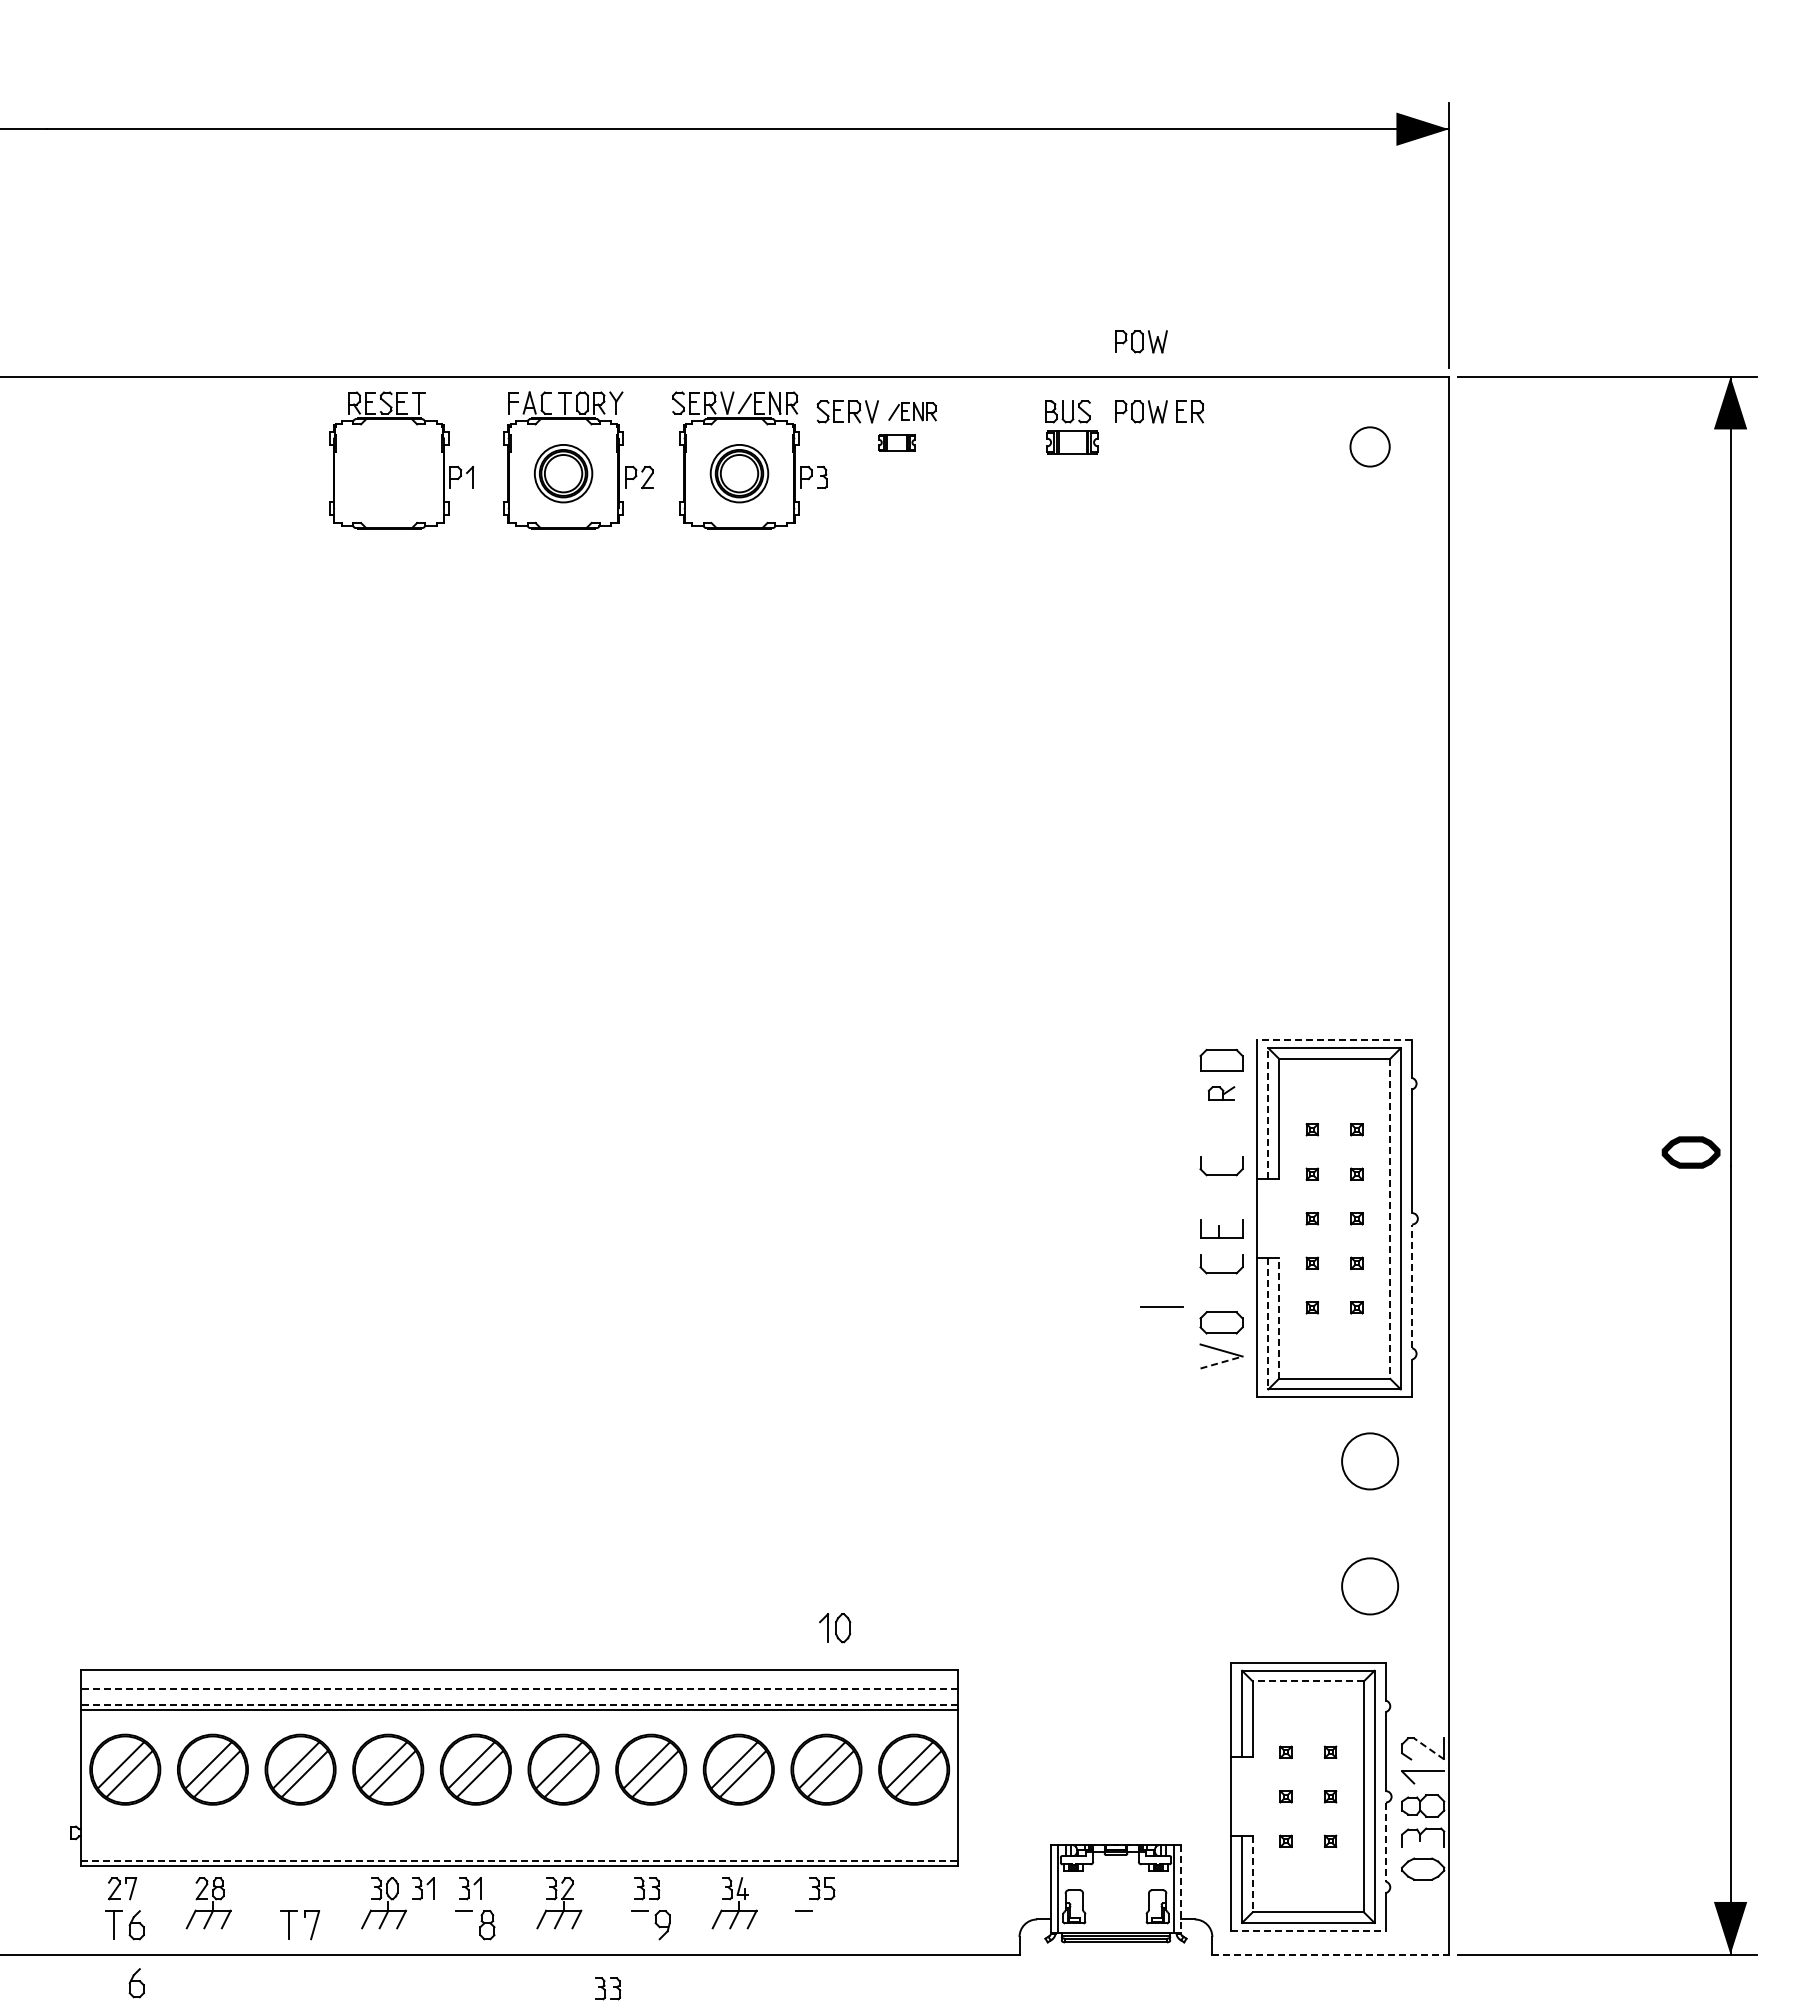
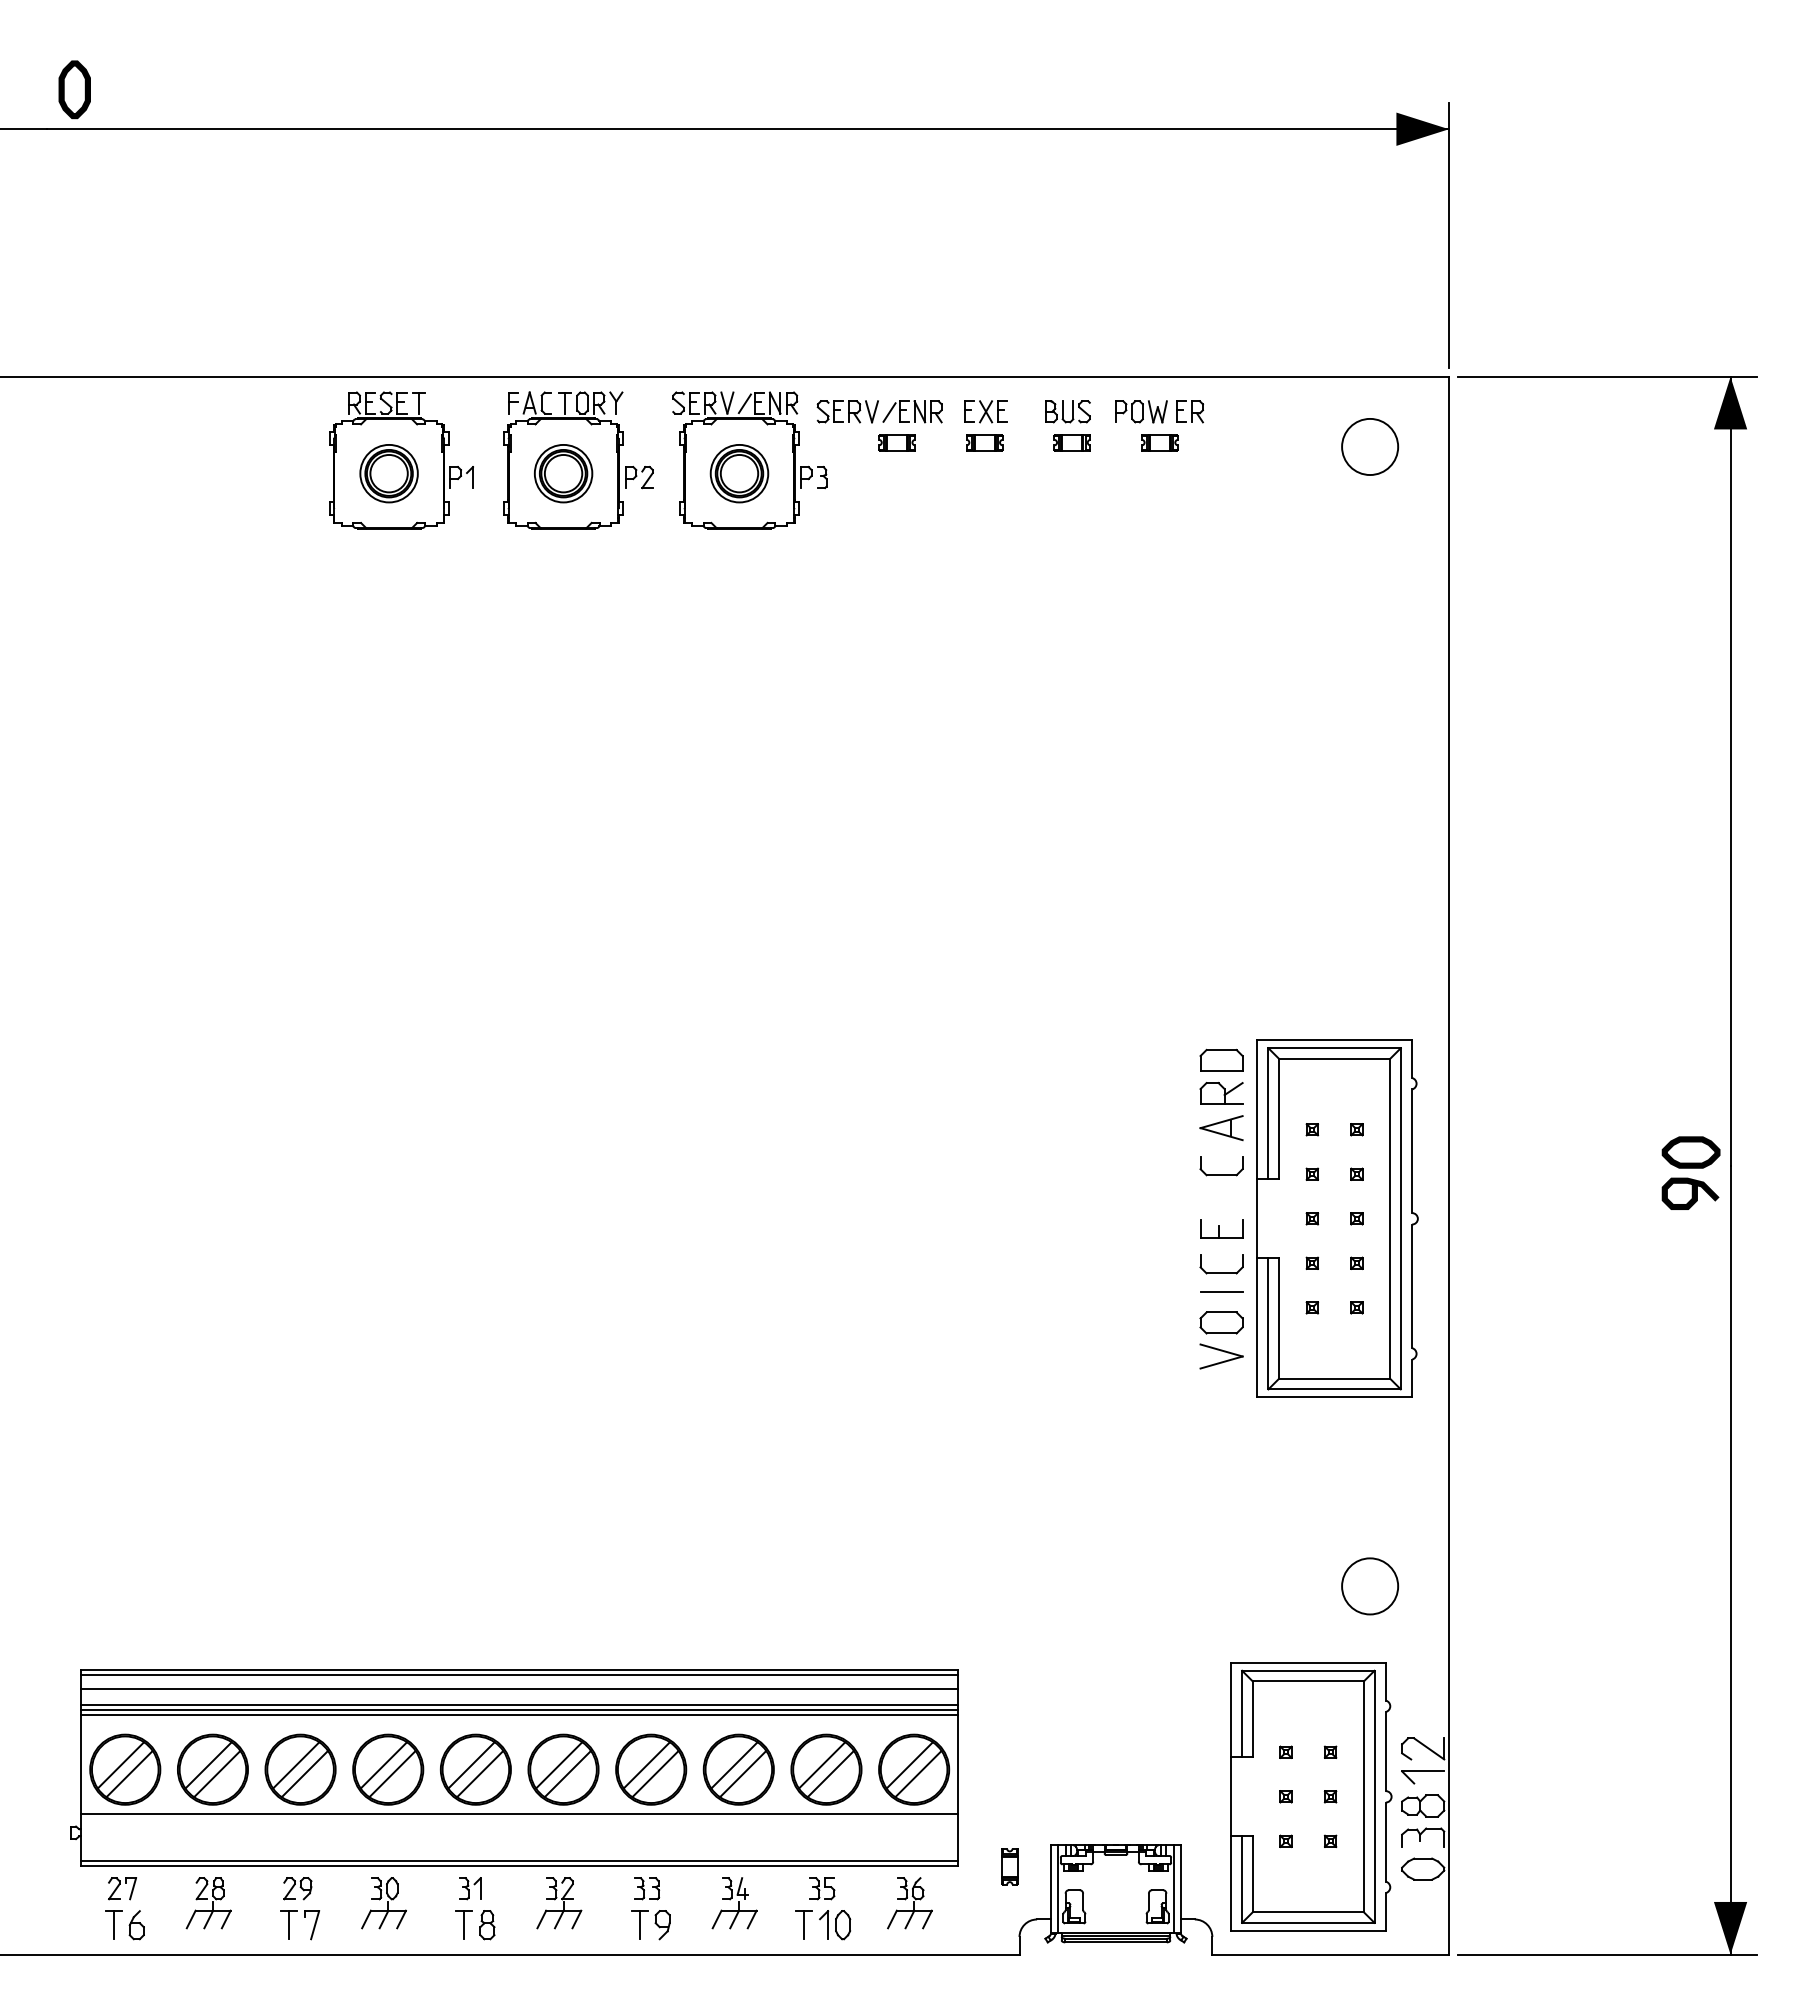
part at (74, 89): none -> present
part at (1141, 341): present -> none
part at (912, 411) size: 49x20 px -> 61x24 px
part at (985, 411): none -> present
part at (984, 442): none -> present
part at (1072, 442) size: 53x25 px -> 38x18 px
part at (1159, 442): none -> present
circle at (1369, 446) diameter: 39 px -> 56 px
part at (388, 473): none -> present
line at (1334, 1040): dashed -> solid
part at (1221, 1093) size: 29x15 px -> 45x23 px
line at (1268, 1113): dashed -> solid
part at (1221, 1127): none -> present
curve at (1691, 1193): none -> present
line at (1390, 1219): dashed -> solid
line at (1412, 1286): dashed -> solid
line at (1161, 1306) position: (1161, 1306) -> (1221, 1291)
line at (1278, 1318): dashed -> solid
line at (1268, 1323): dashed -> solid
line at (1221, 1362): dashed -> solid
circle at (1370, 1461): present -> none
part at (835, 1628) position: (835, 1628) -> (835, 1925)
line at (519, 1674): none -> present
line at (1308, 1681): dashed -> solid
line at (519, 1688): dashed -> solid
line at (519, 1704): dashed -> solid
line at (519, 1714): none -> present
line at (1428, 1748): dashed -> solid
line at (519, 1813): none -> present
line at (1385, 1842): dashed -> solid
line at (520, 1860): dashed -> solid
part at (1009, 1866): none -> present
line at (1252, 1874): dashed -> solid
part at (297, 1888): none -> present
part at (423, 1888): present -> none
line at (1180, 1889): dashed -> solid
part at (909, 1903): none -> present
line at (464, 1925): none -> present
line at (639, 1925): none -> present
line at (804, 1925): none -> present
line at (1308, 1930): dashed -> solid
line at (1331, 1954): dashed -> solid
part at (136, 1983): present -> none
part at (608, 1988): present -> none
